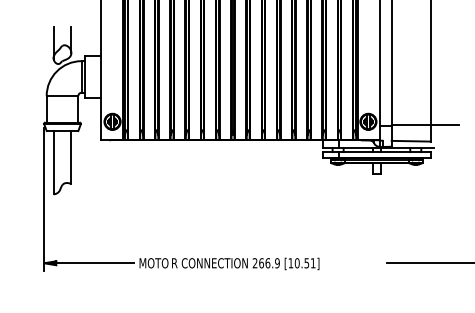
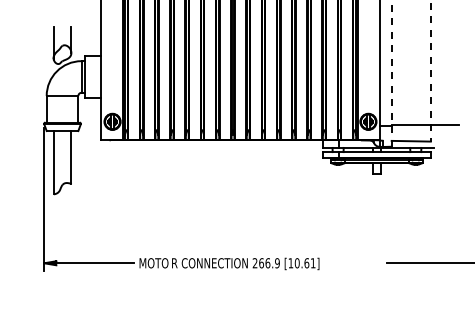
line at (430, 71): solid -> dashed
line at (391, 72): solid -> dashed
text at (306, 263): [10.51] -> [10.61]
